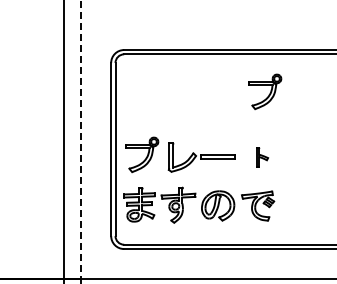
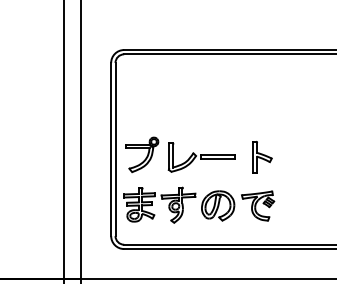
part at (265, 91): present -> none
line at (80, 140): dashed -> solid
part at (262, 157) size: 14x21 px -> 21x33 px
